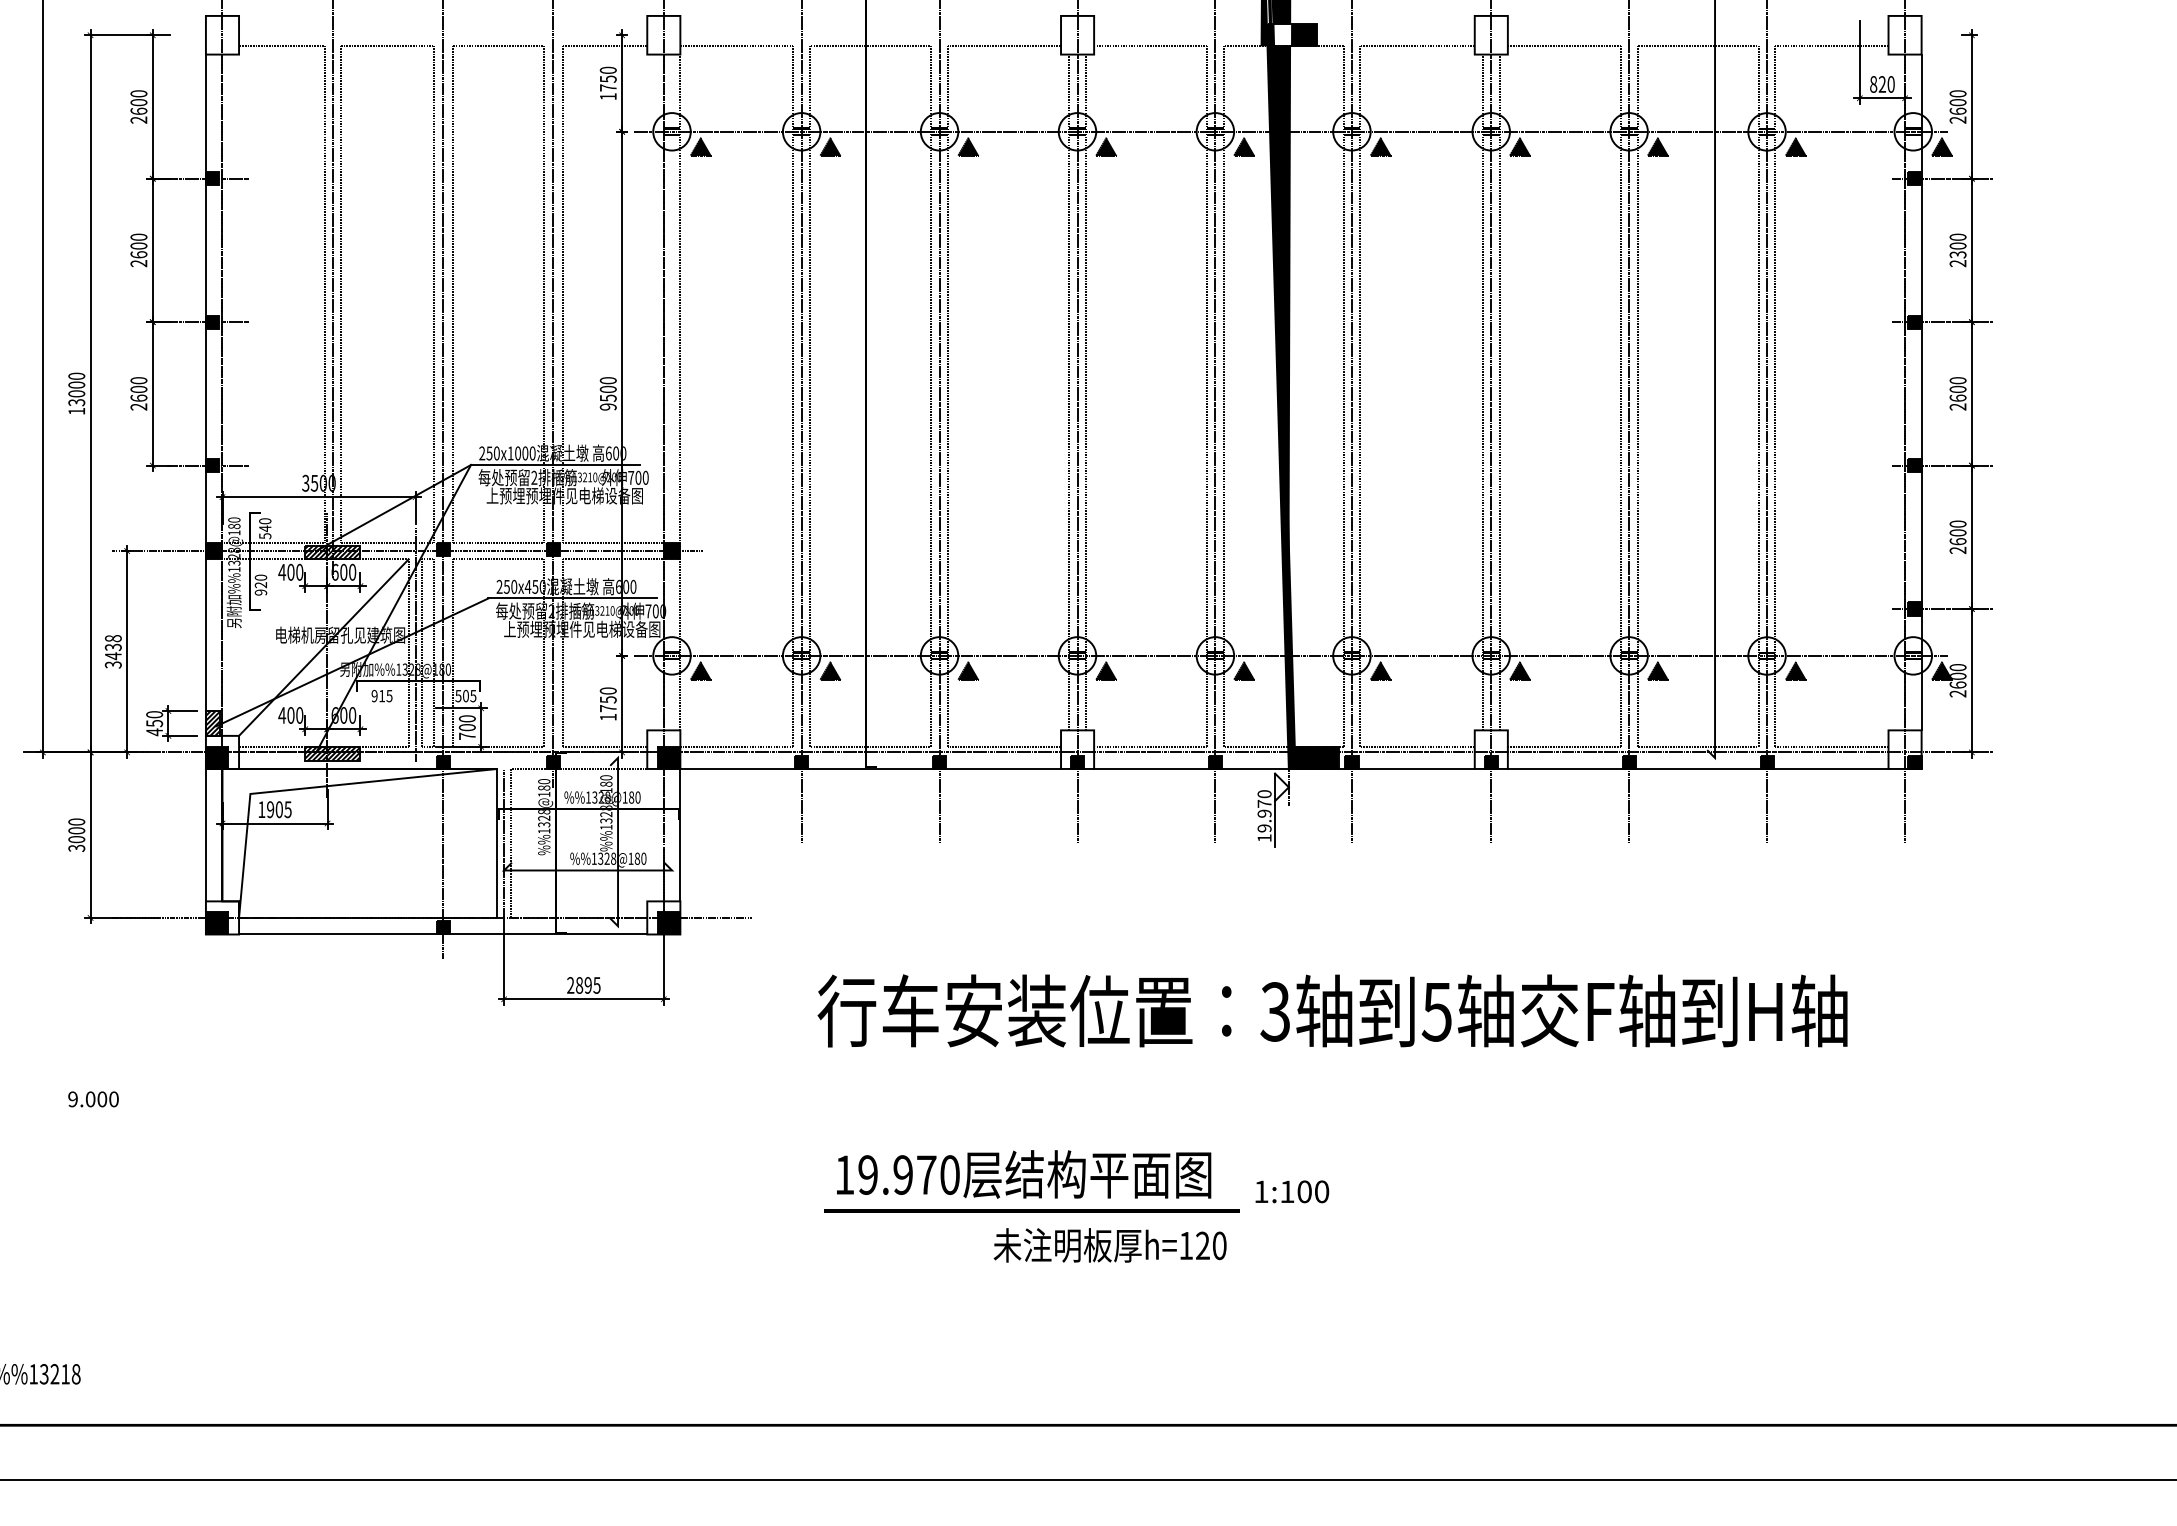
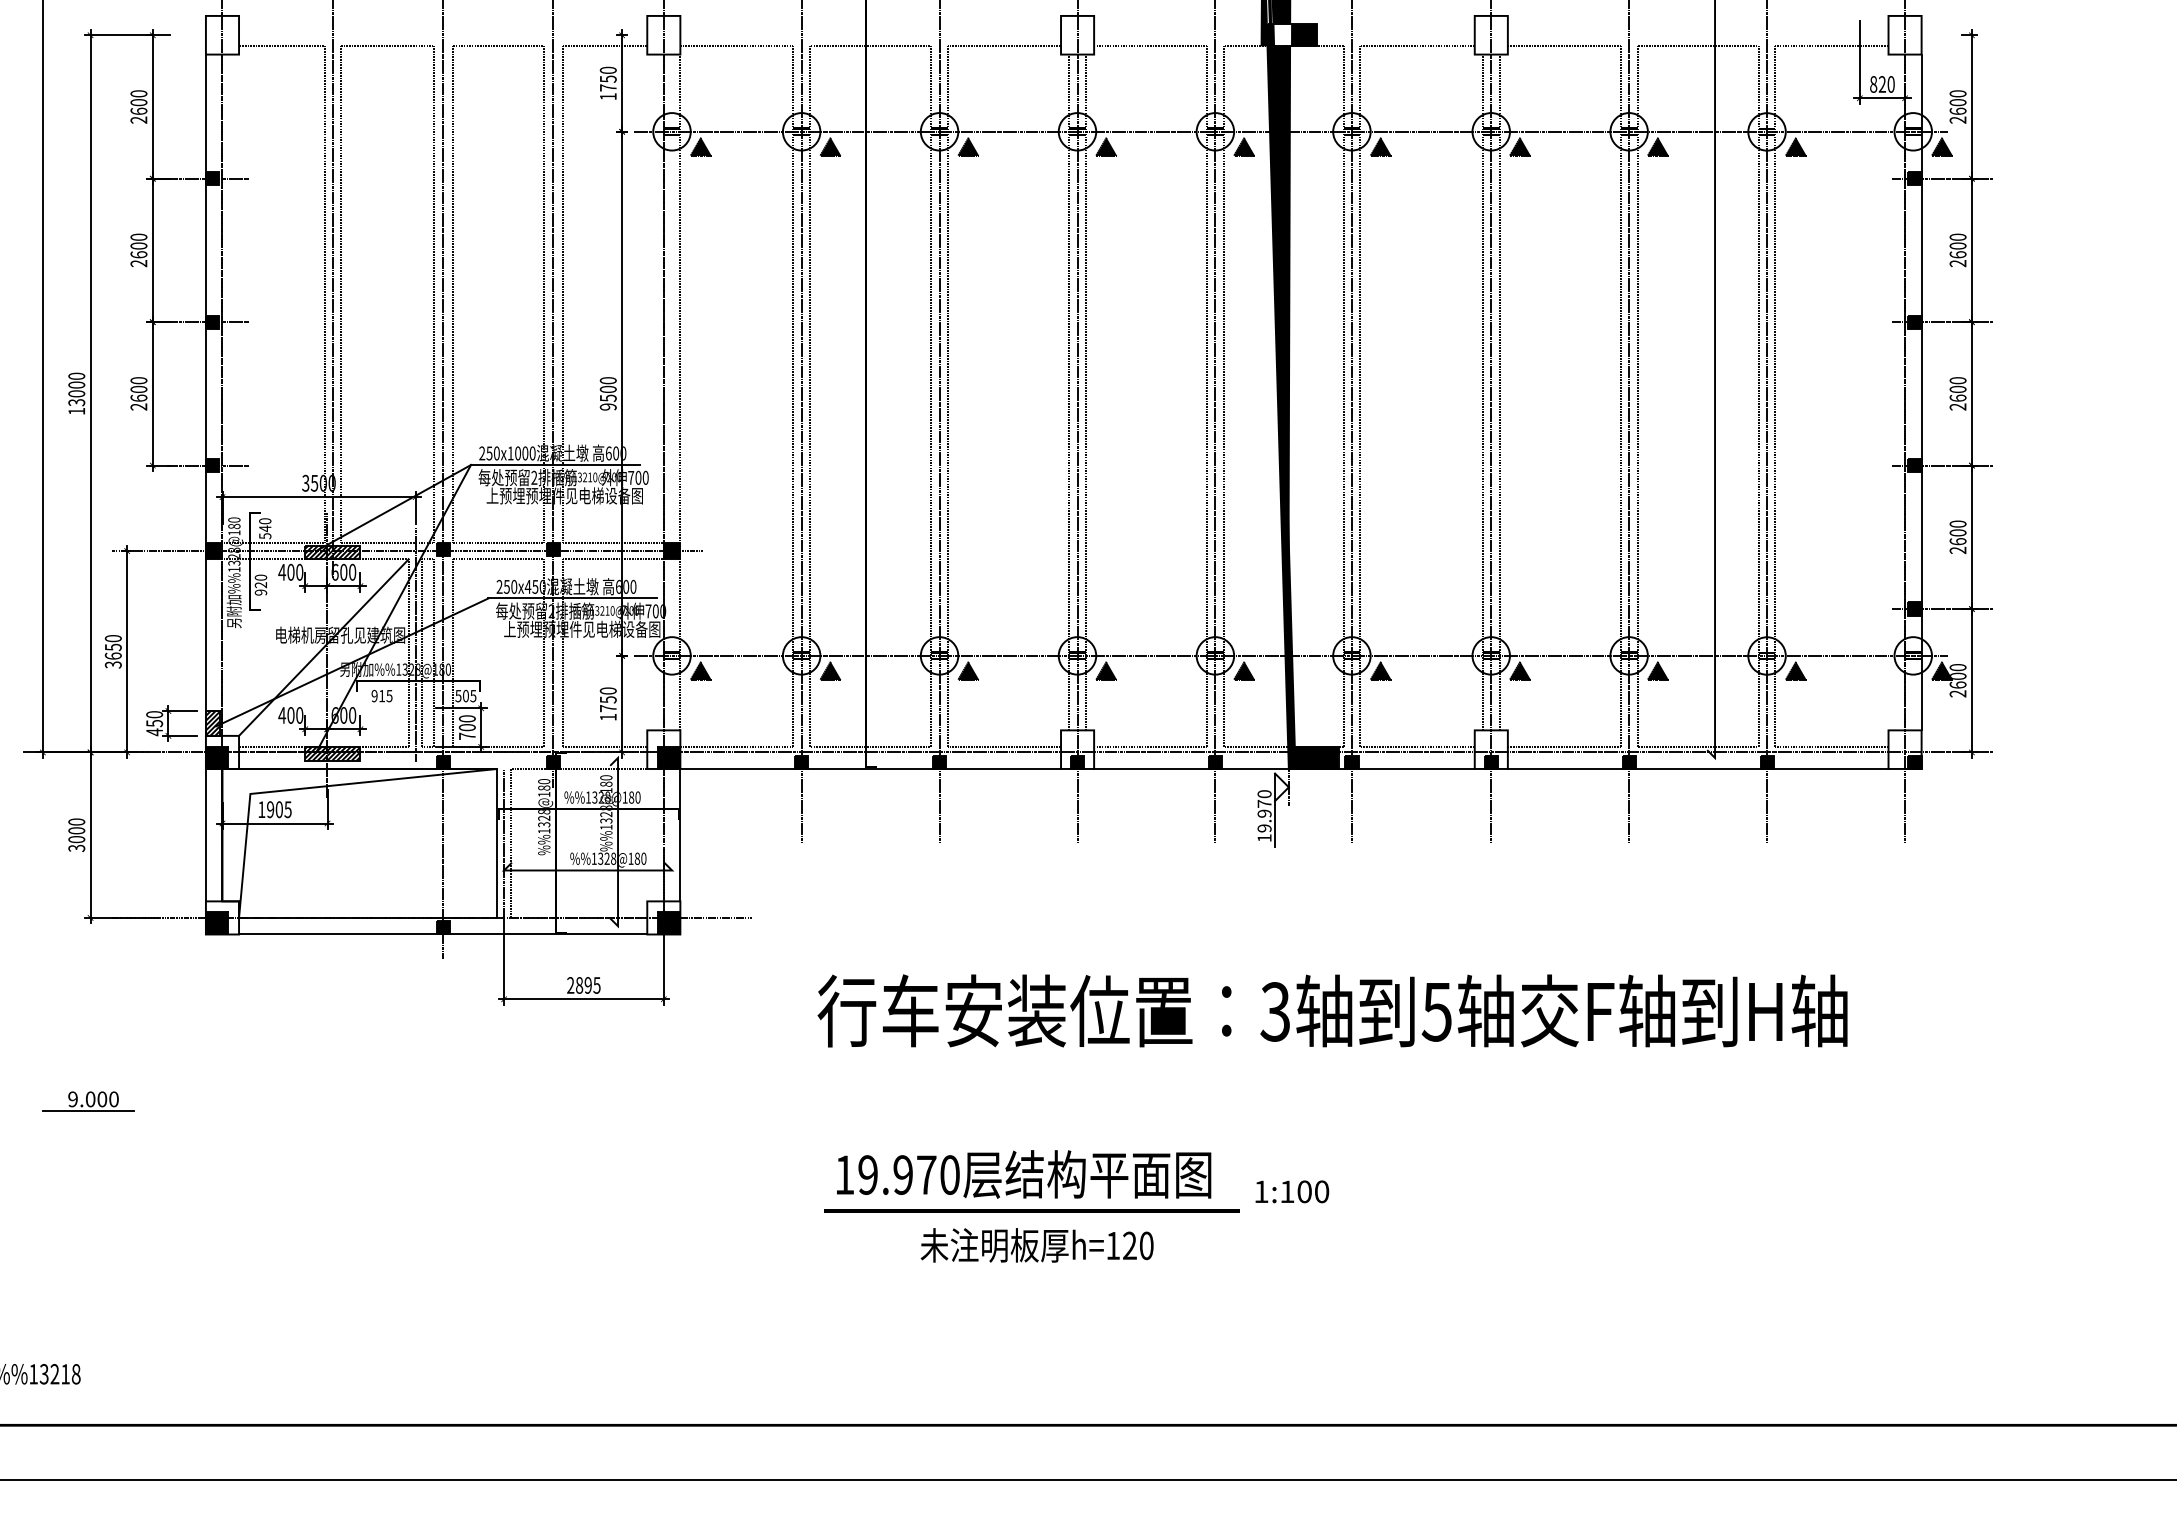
text at (1957, 254): 2300 -> 2600
text at (112, 647): 3438 -> 3650
line at (88, 1111): none -> present
text at (1109, 1245) position: (1109, 1245) -> (1036, 1245)
